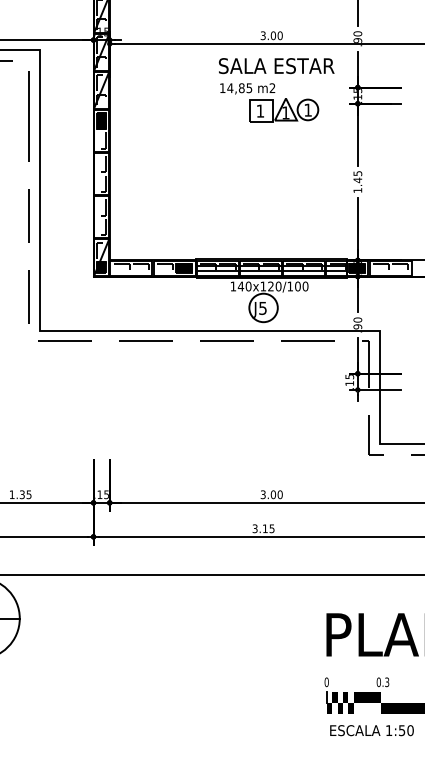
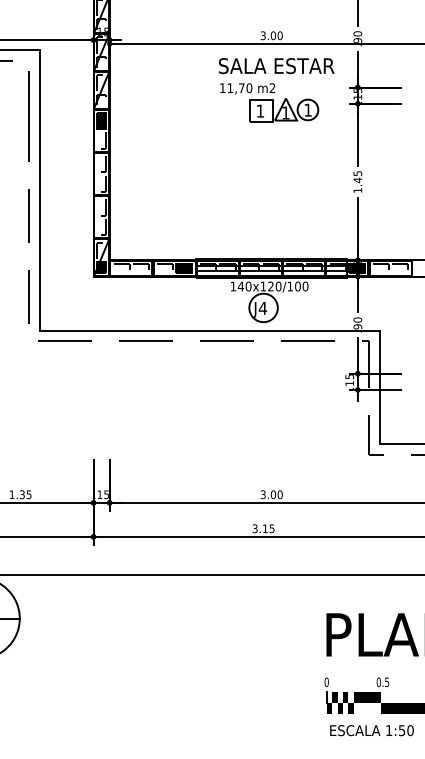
text at (239, 88): 14,85 -> 11,70
text at (262, 308): J5 -> J4
text at (387, 681): 0.3 -> 0.5
